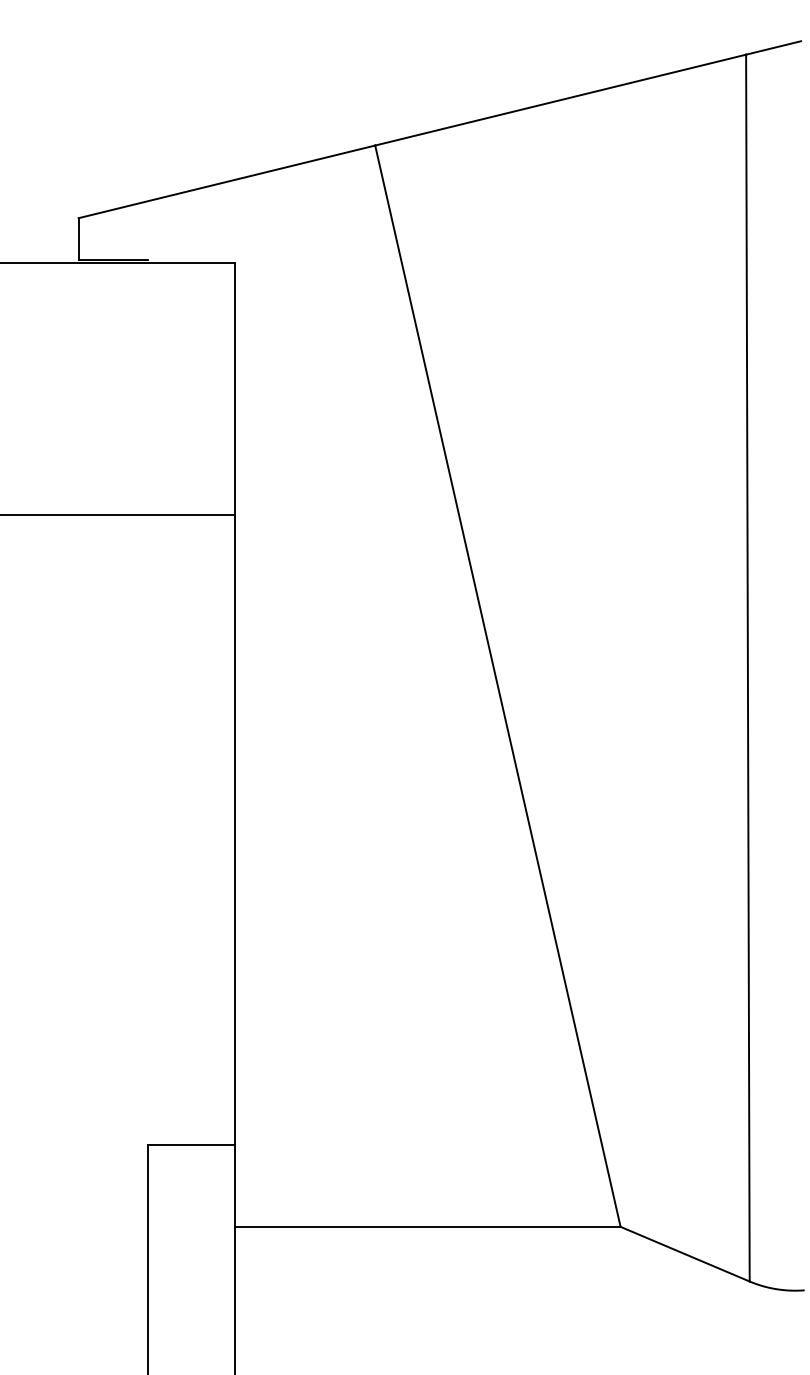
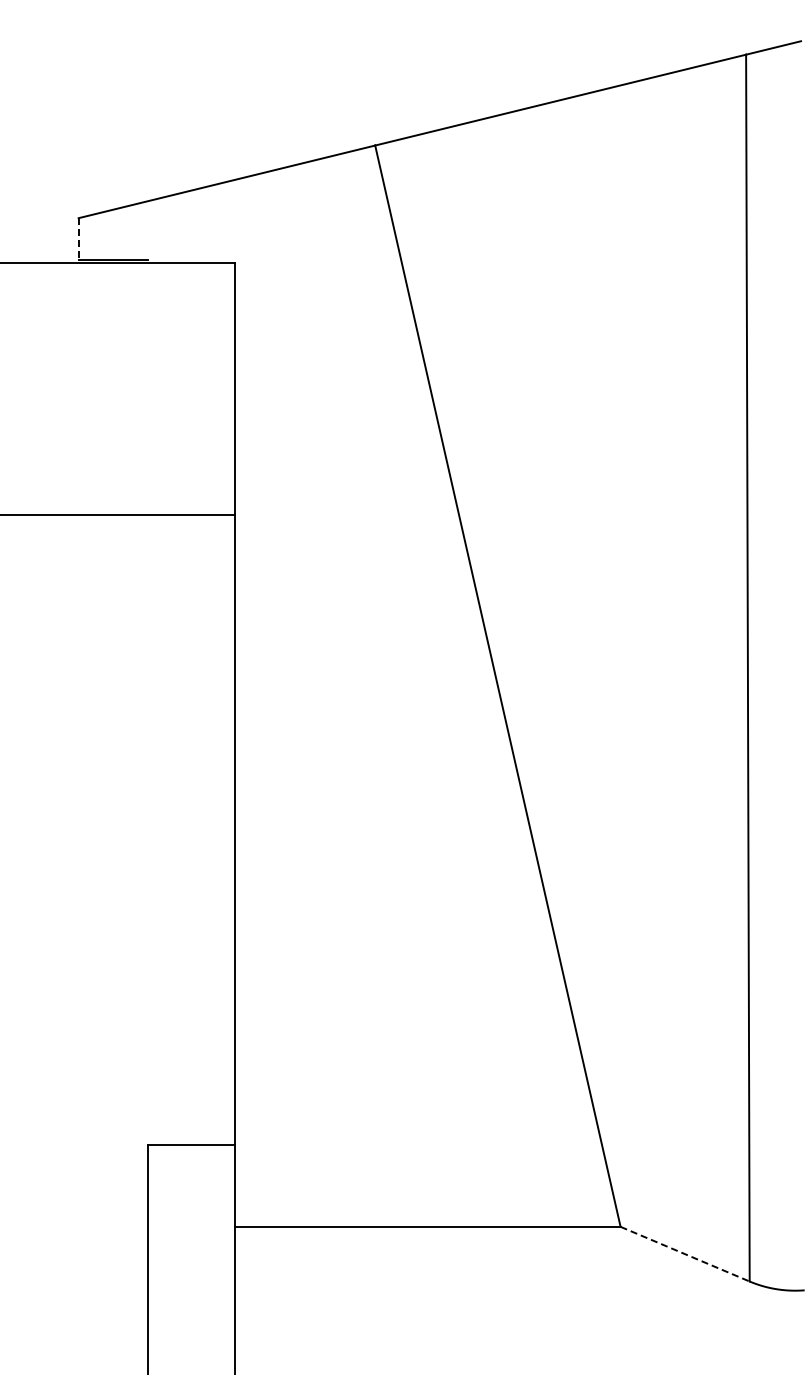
line at (78, 239): solid -> dashed
line at (685, 1254): solid -> dashed
